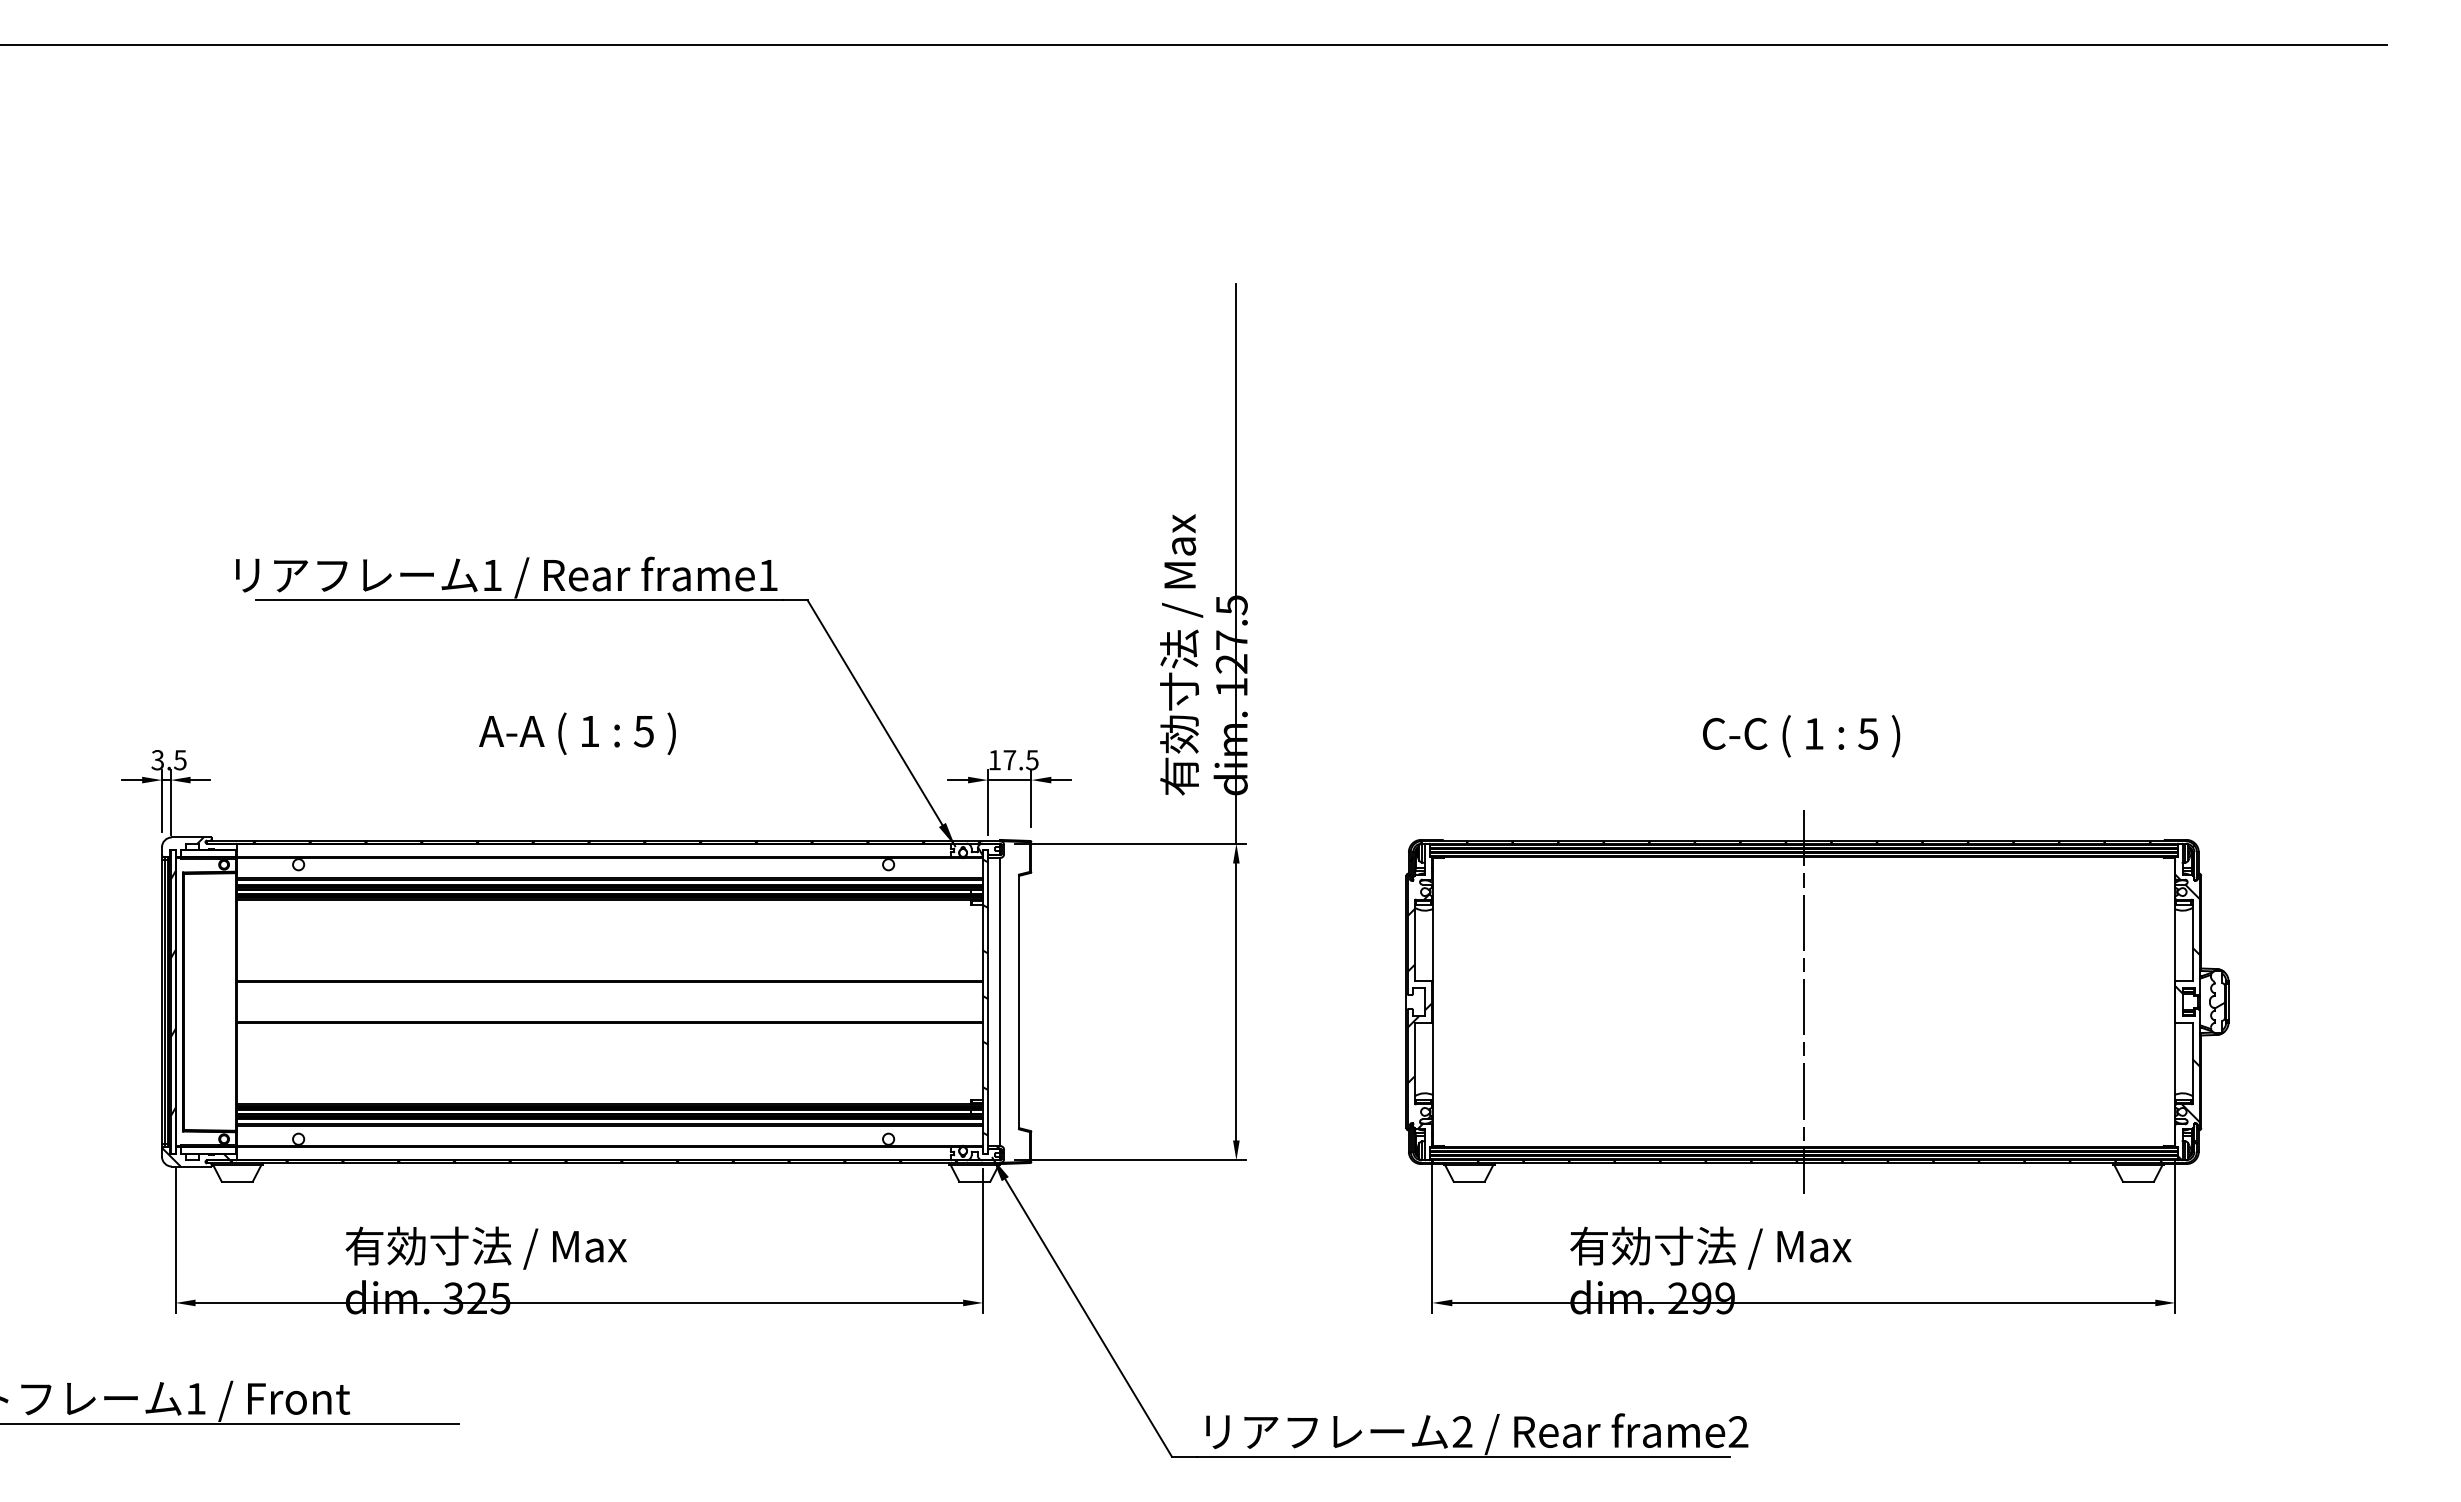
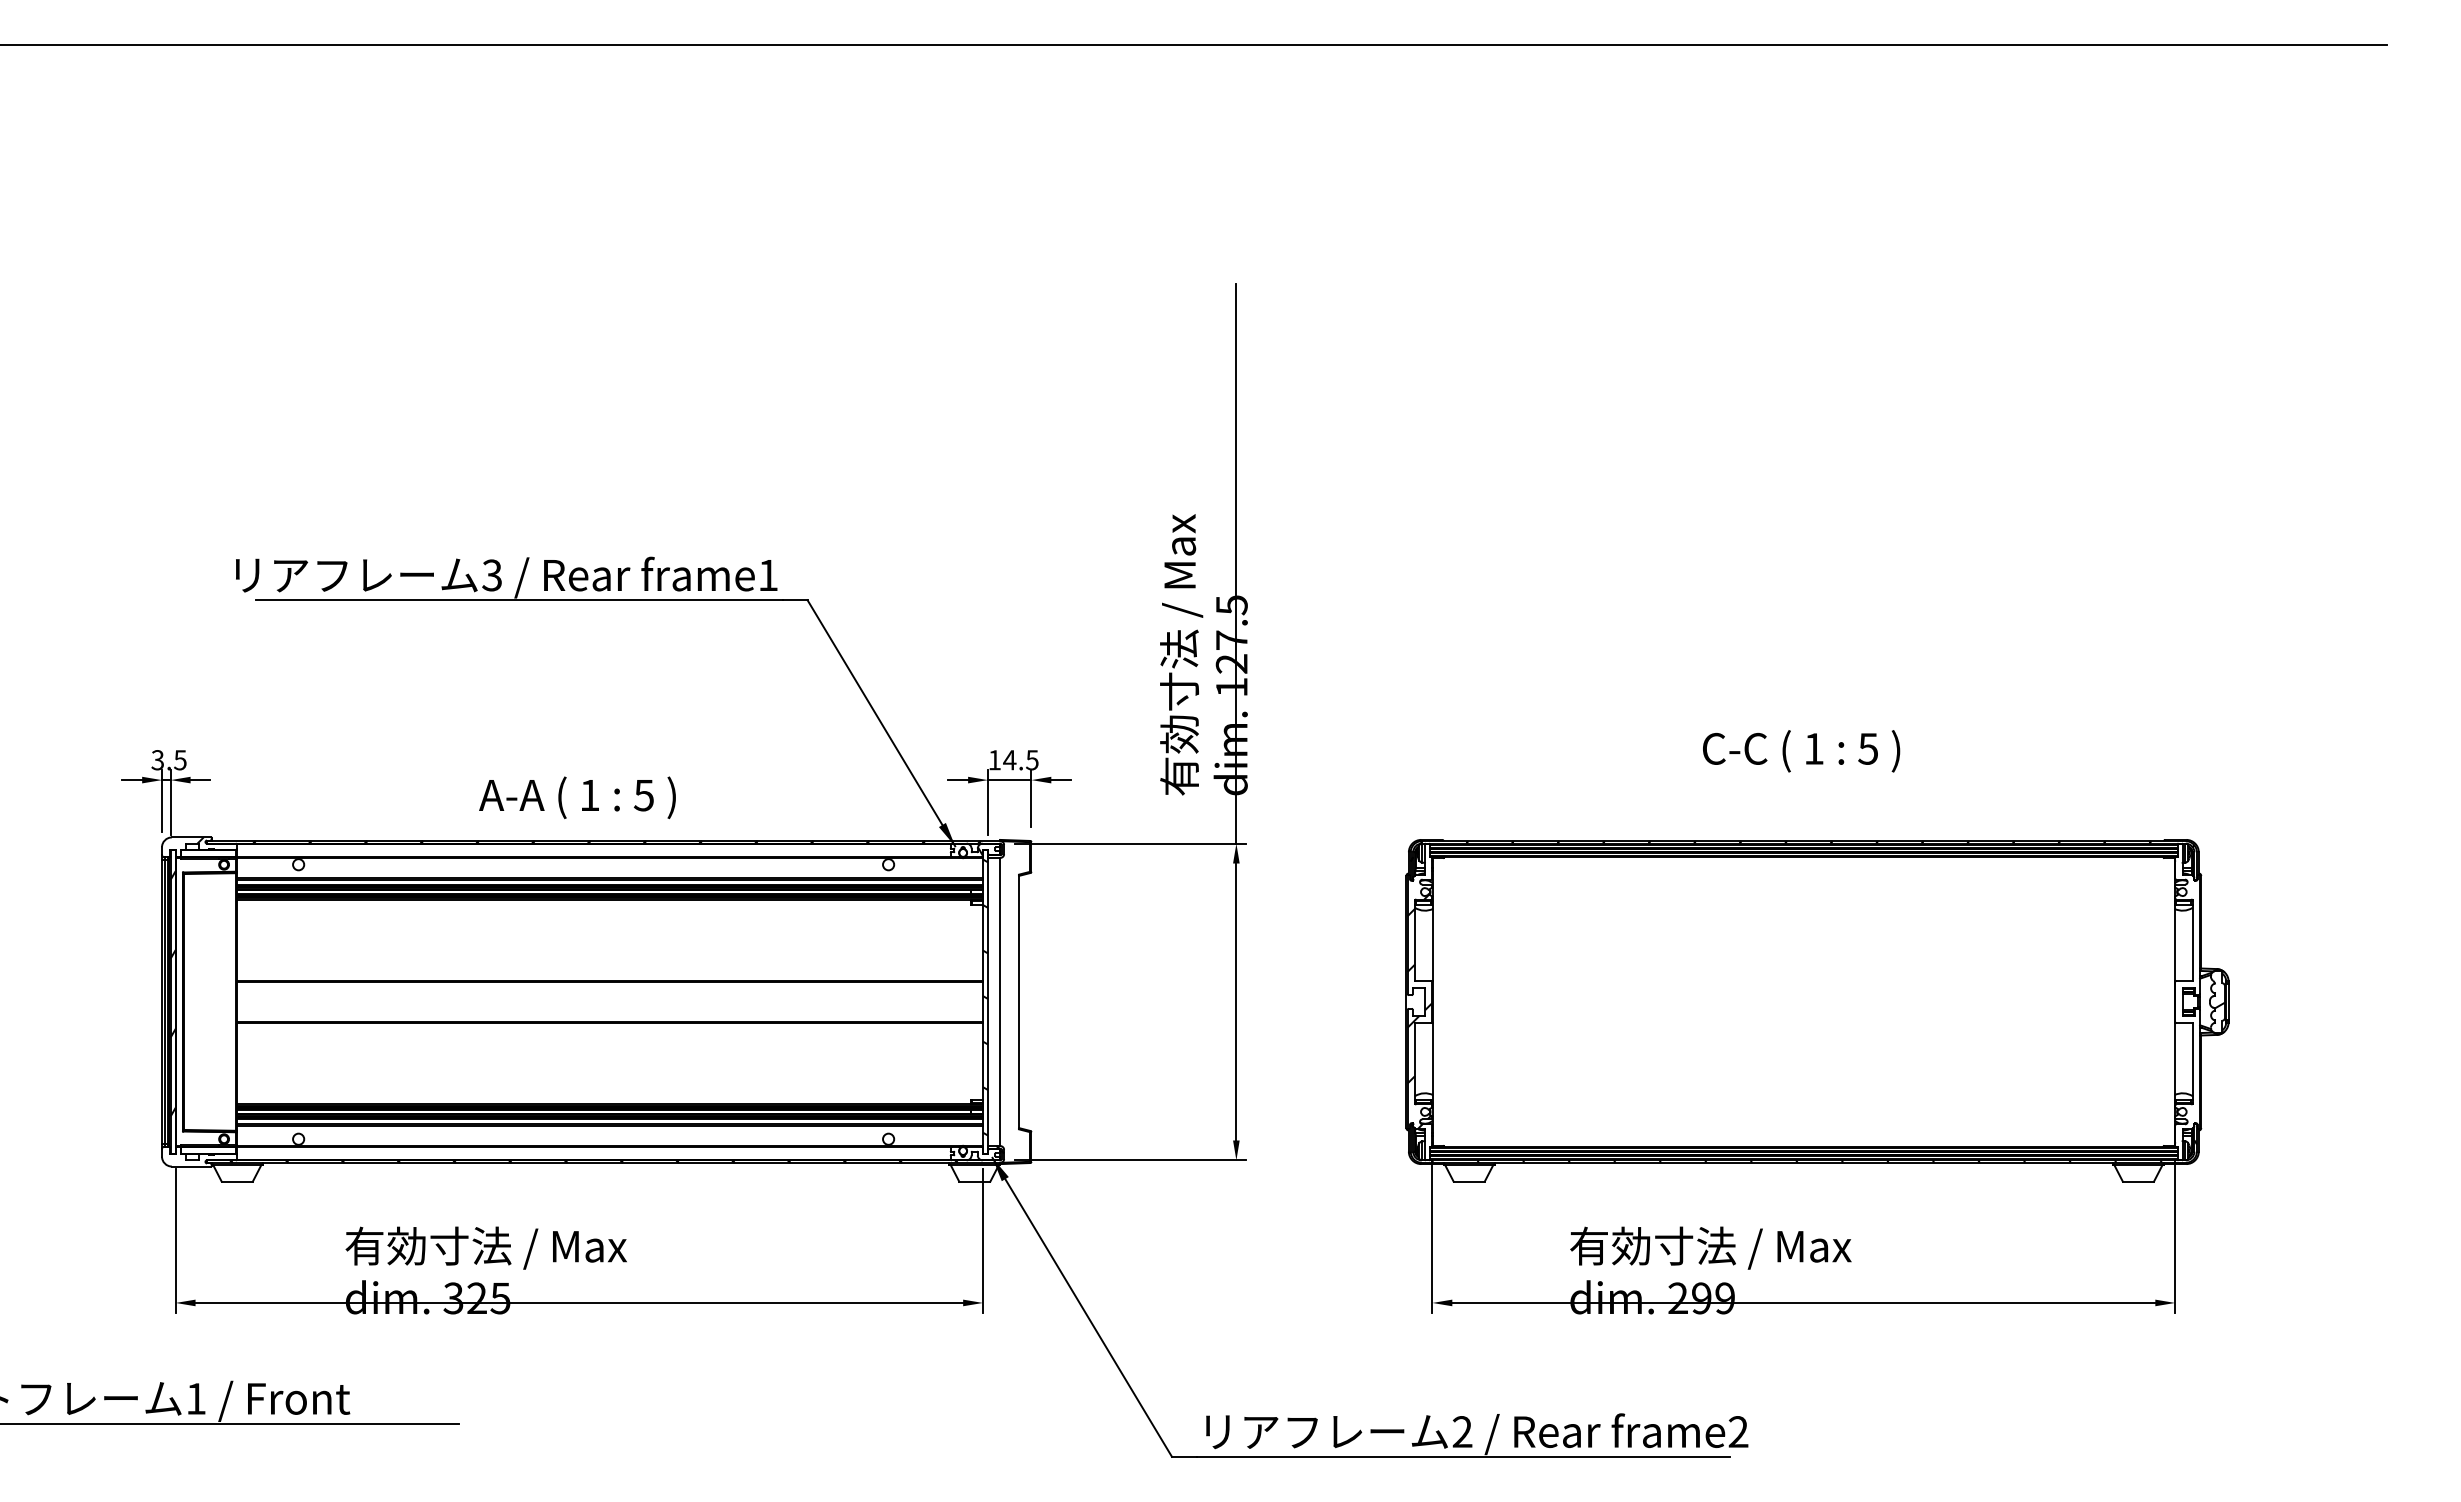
text at (491, 575): 1 -> 3
text at (577, 733) position: (577, 733) -> (577, 797)
text at (1801, 736) position: (1801, 736) -> (1801, 751)
text at (1009, 760): 17.5 -> 14.5
line at (1803, 1001): present -> none
hatch at (2187, 1017): present -> none
hatch at (1803, 1143): present -> none
hatch at (196, 1157): present -> none
